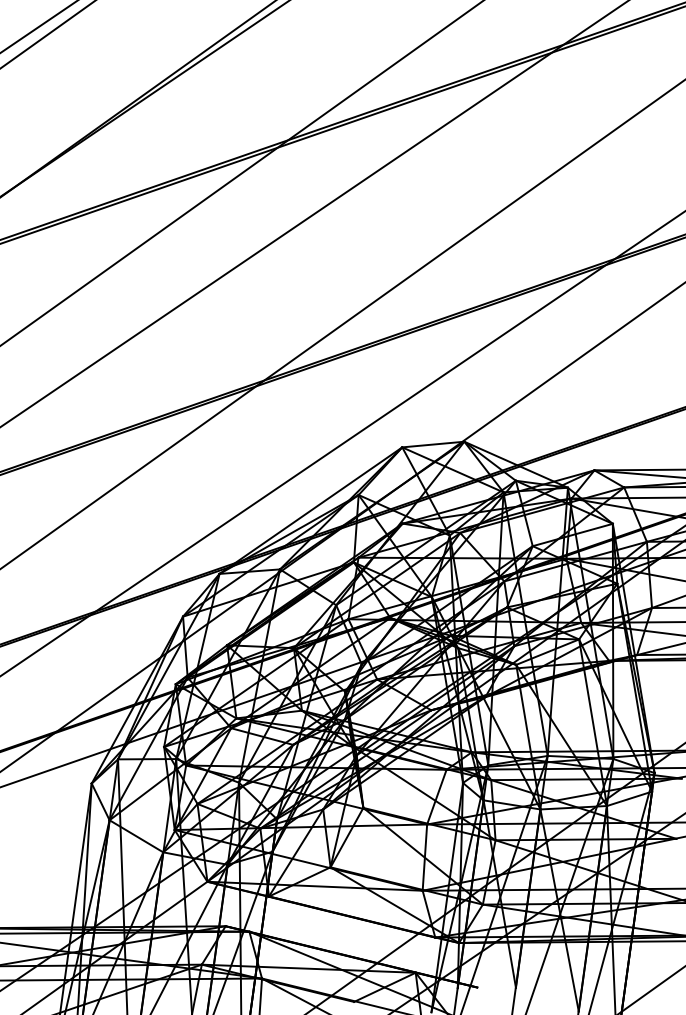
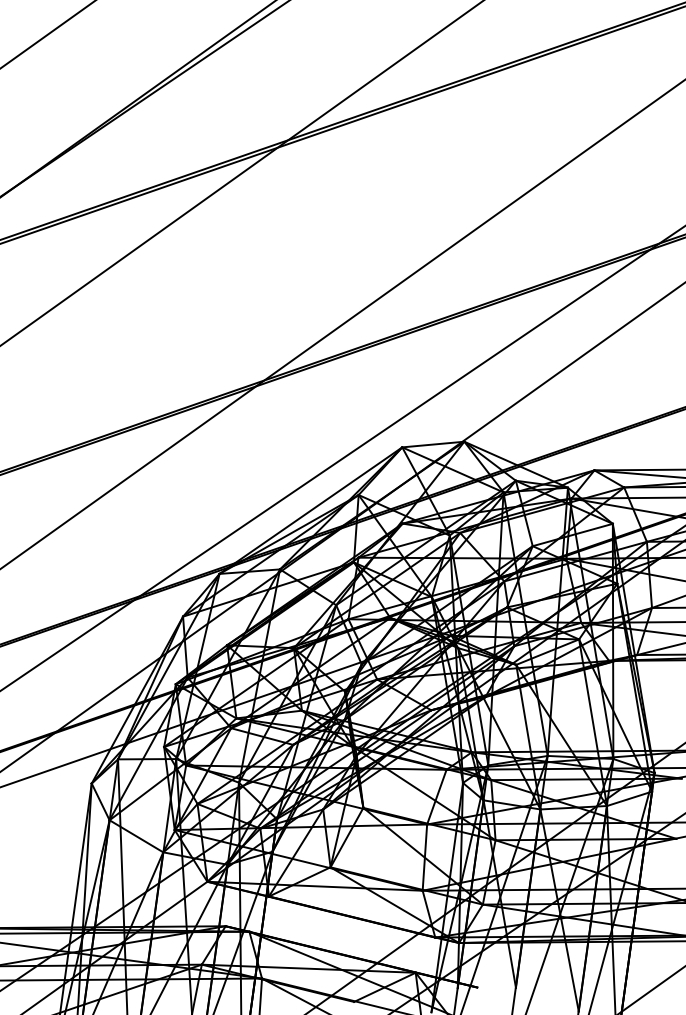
line at (38, 26): present -> none
line at (313, 213): present -> none
line at (342, 444) position: (342, 444) -> (342, 458)
